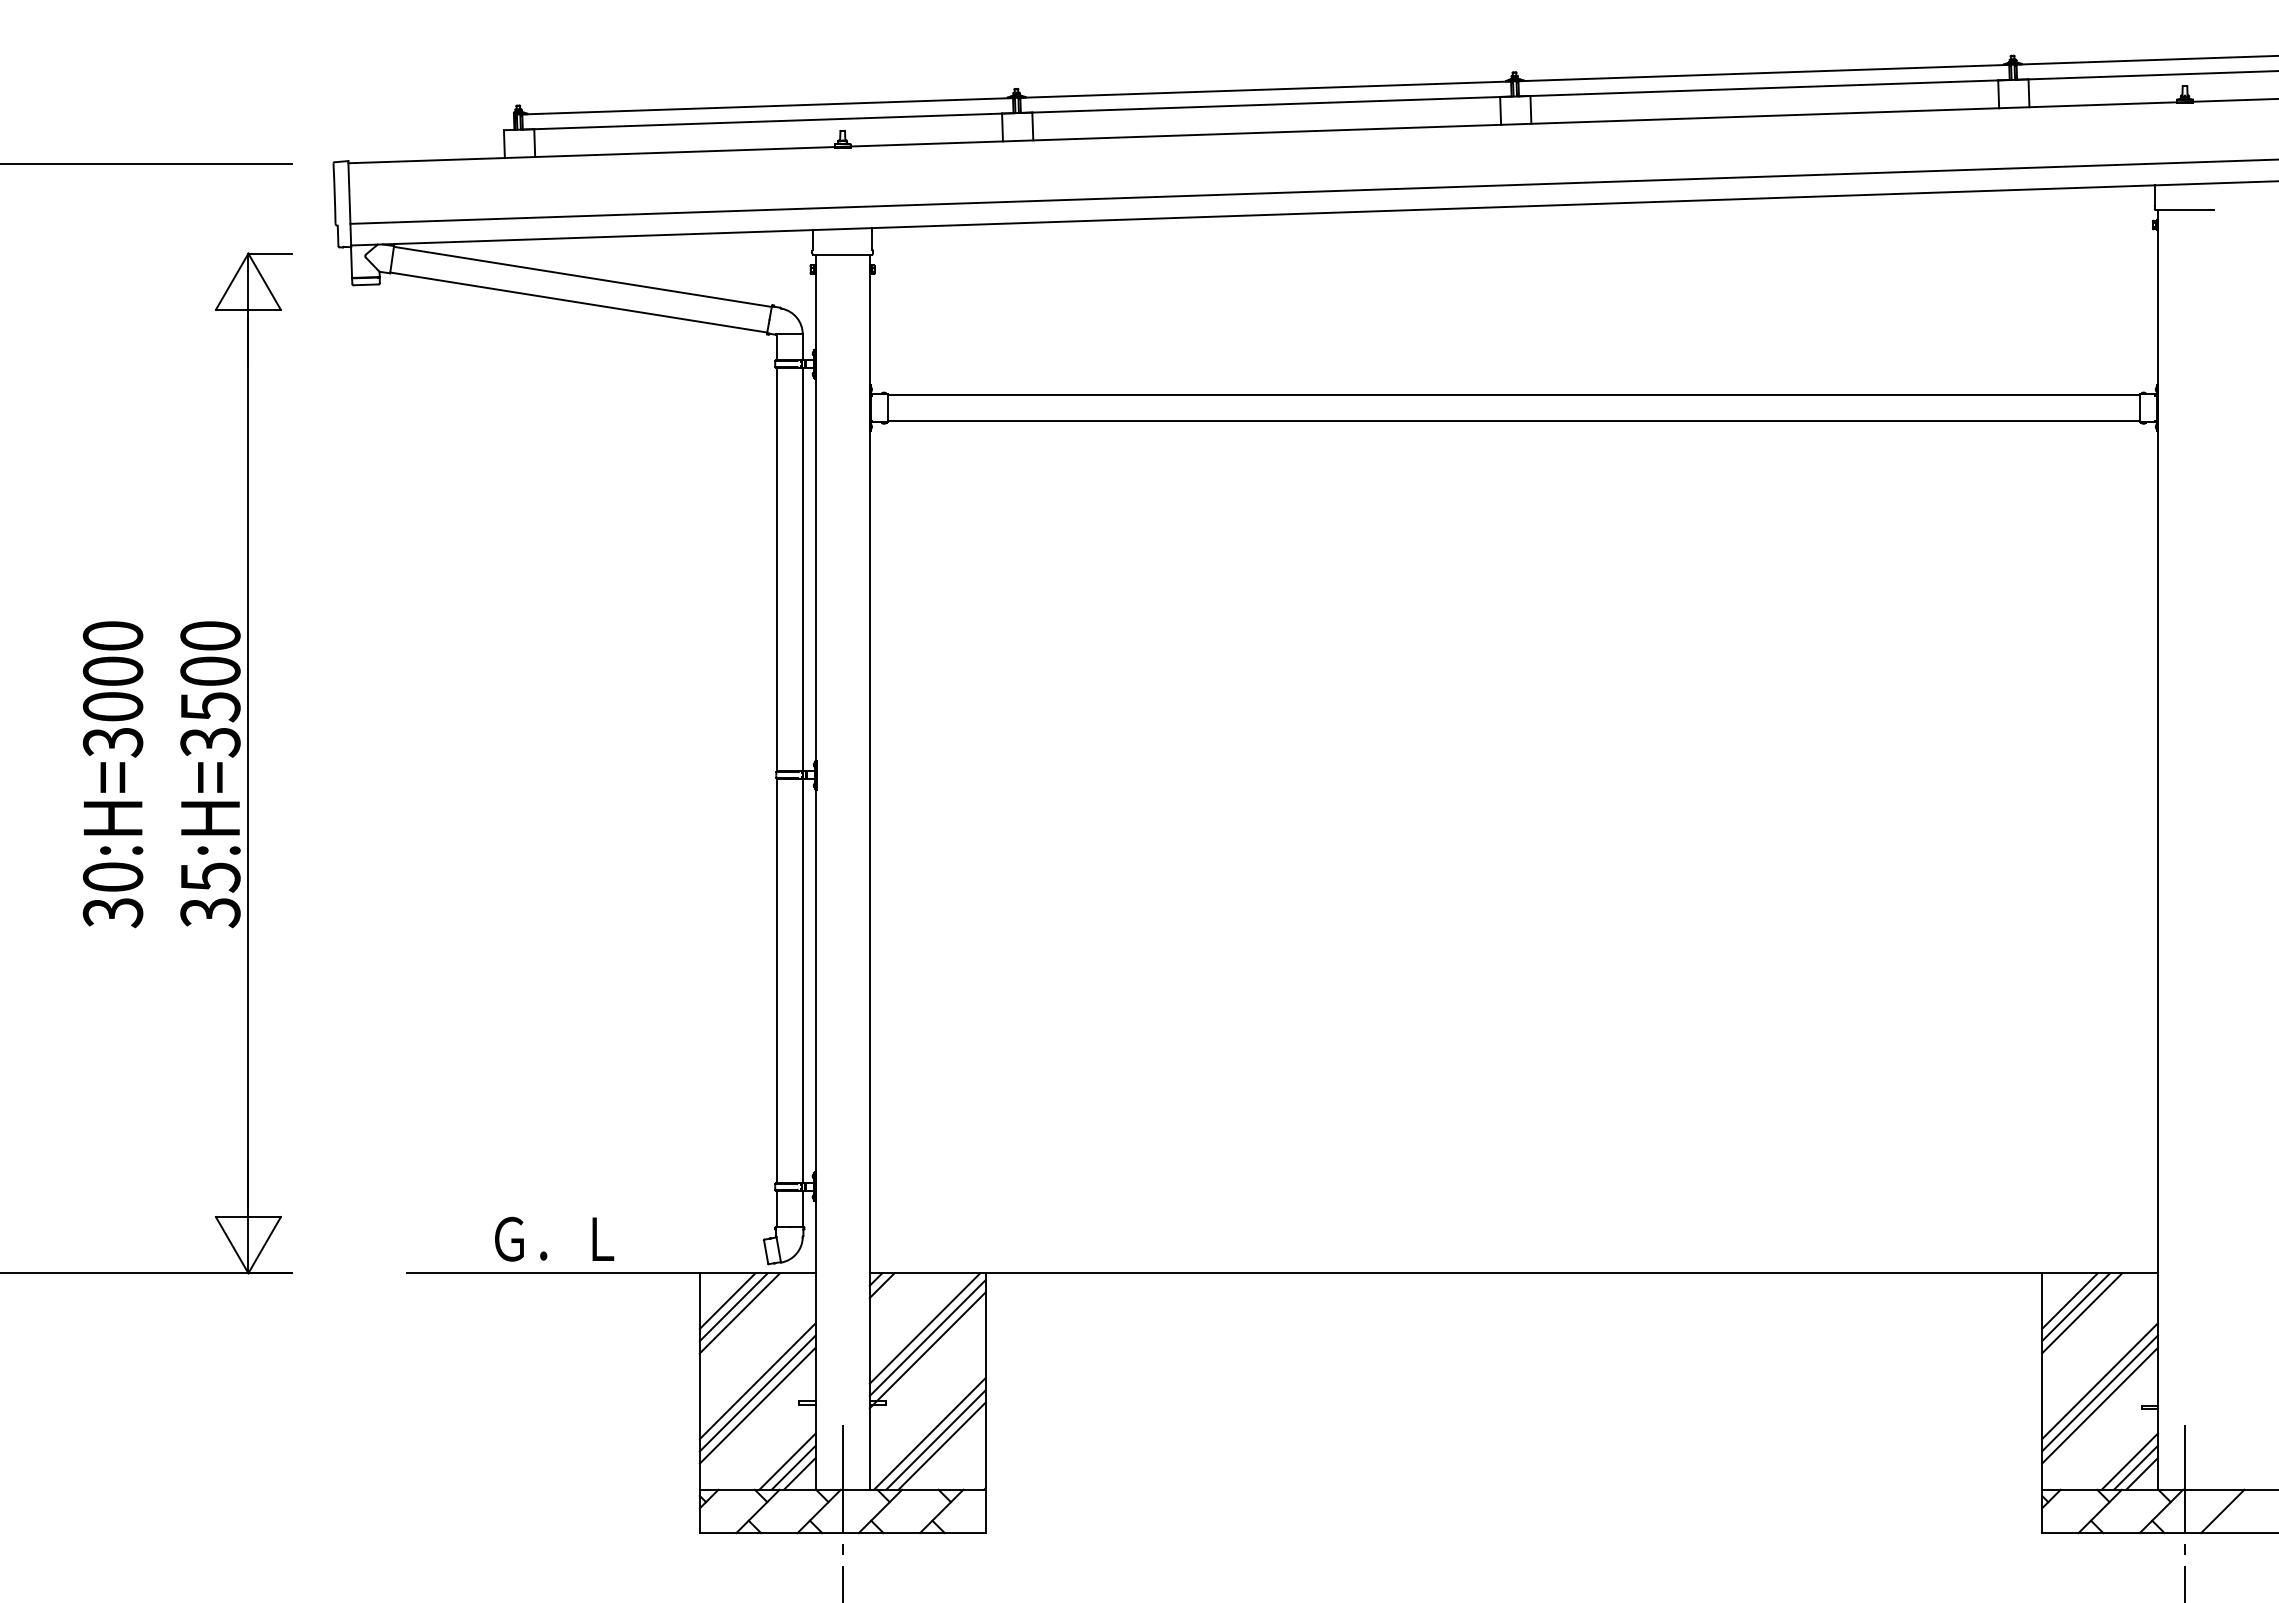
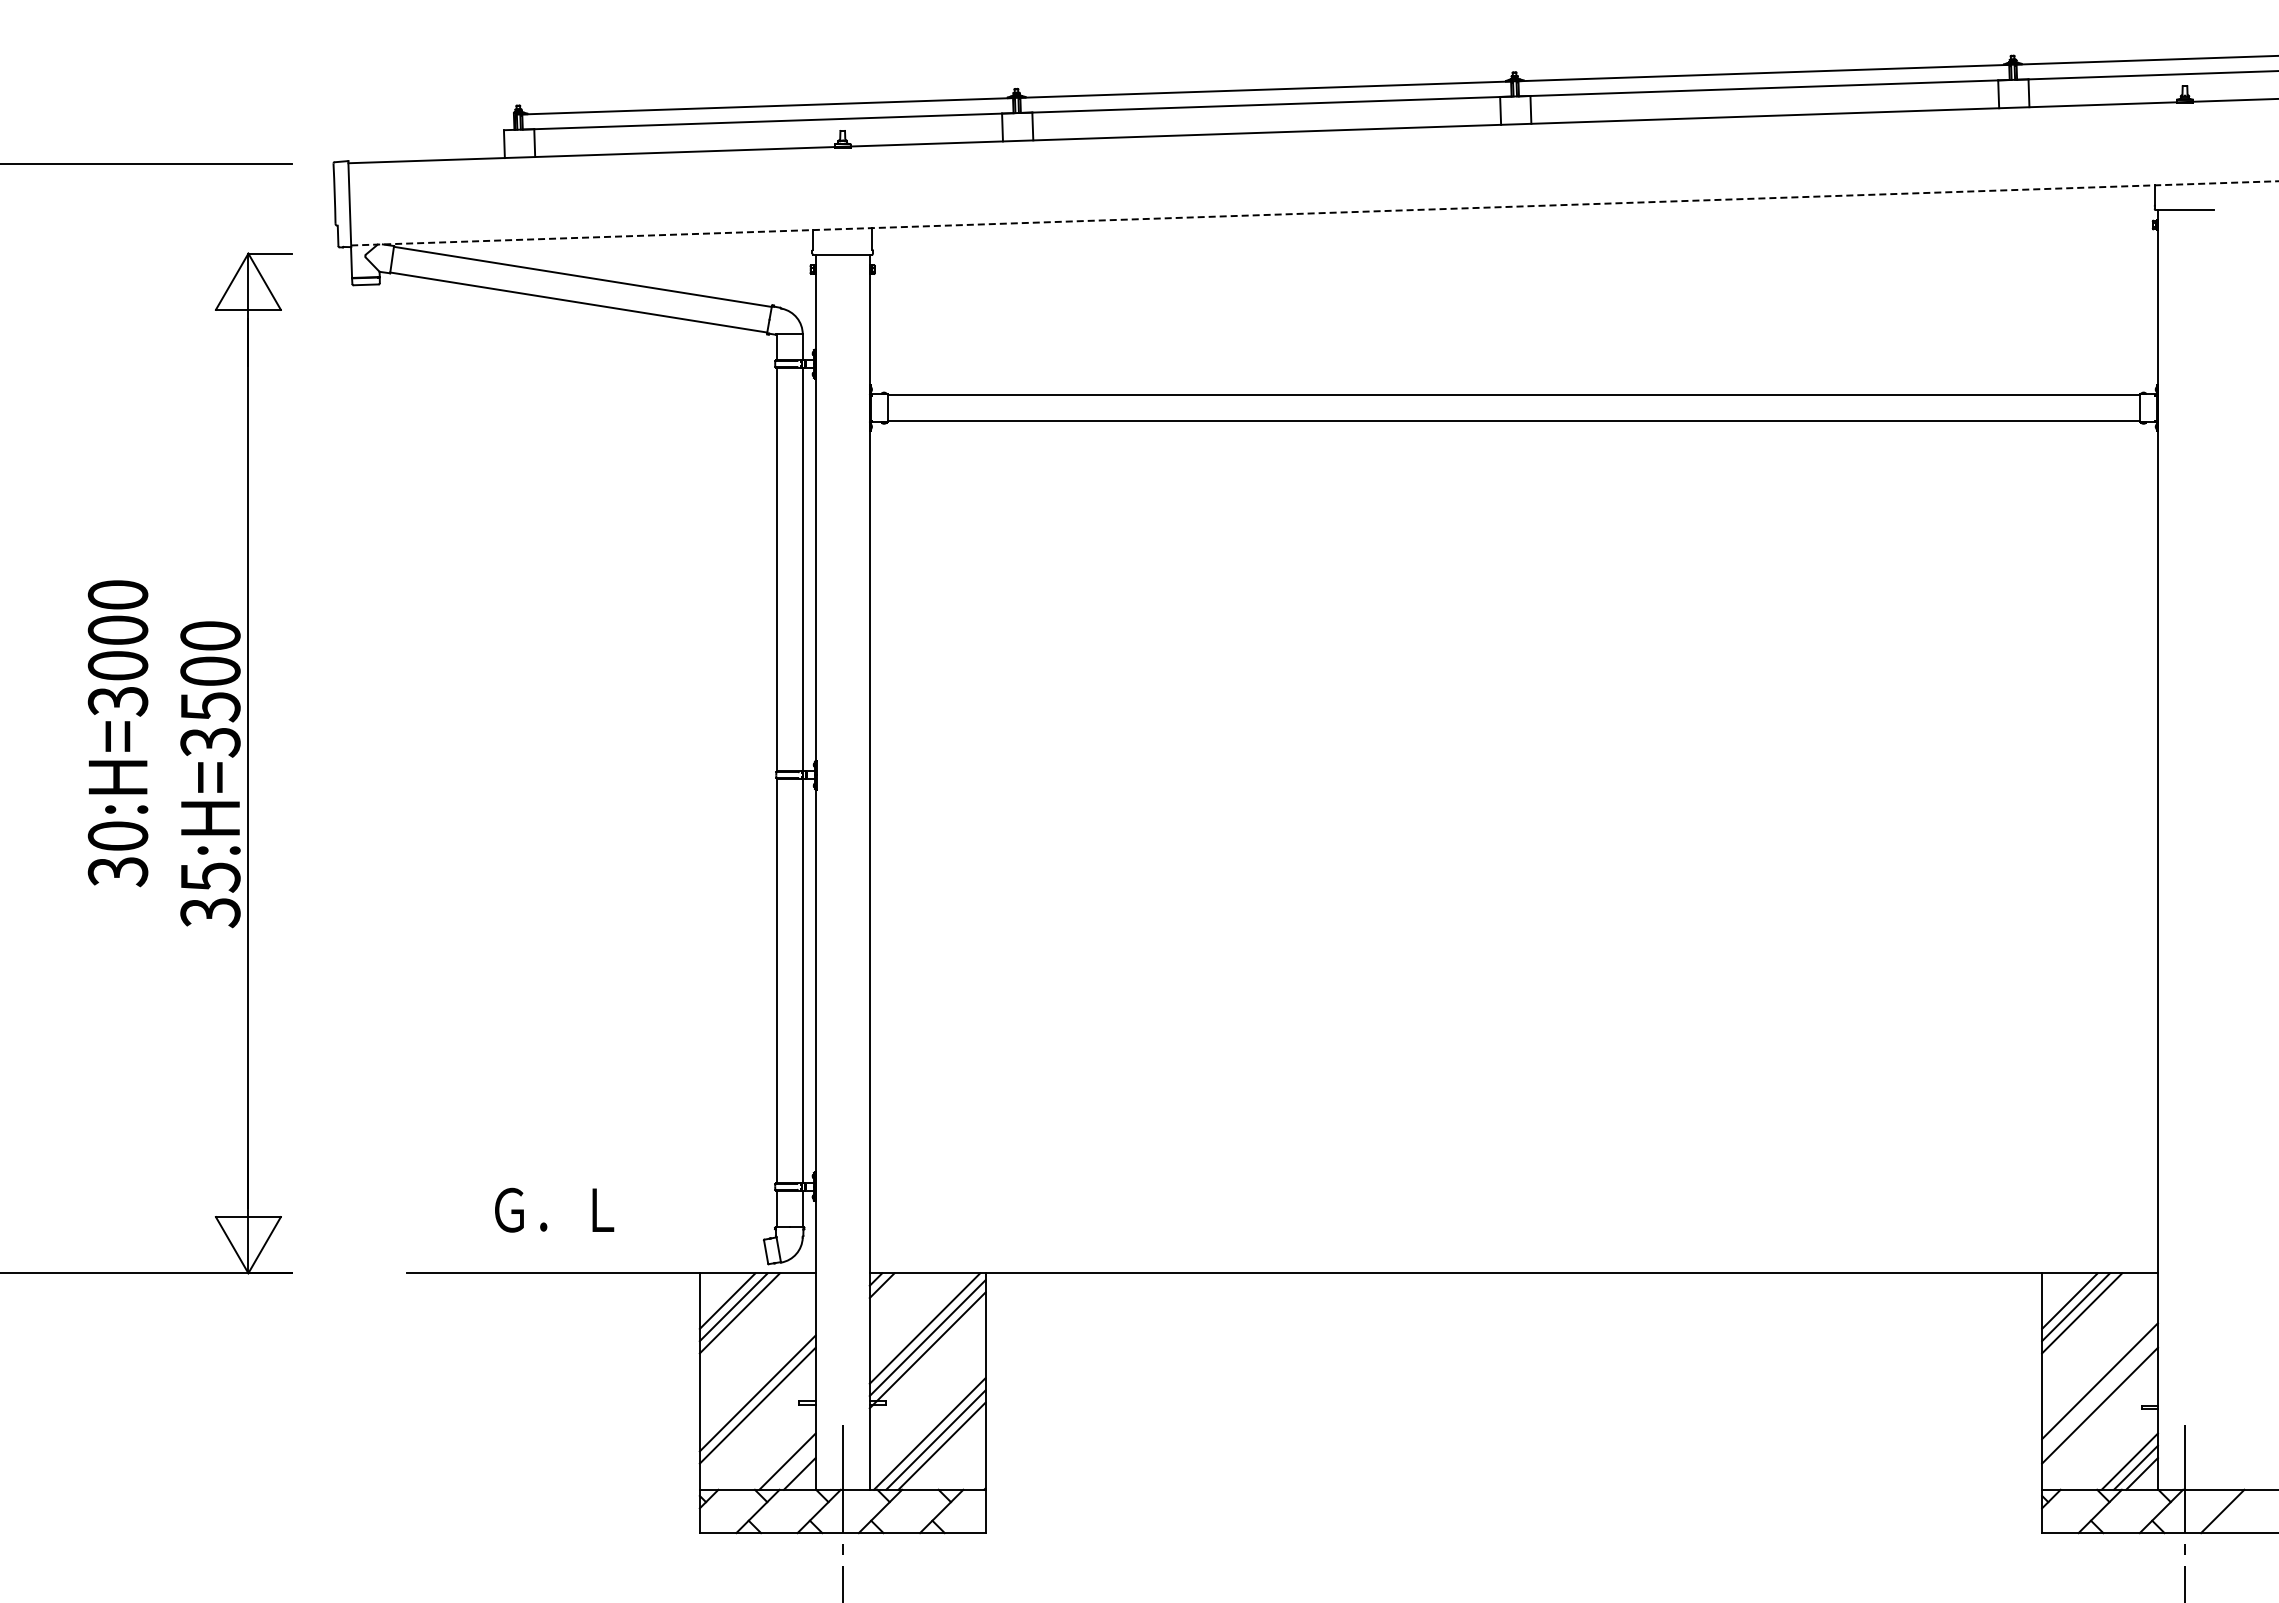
line at (1312, 191): present -> none
line at (1315, 213): solid -> dashed
text at (112, 774) position: (112, 774) -> (117, 733)
text at (554, 1238) position: (554, 1238) -> (554, 1209)
line at (757, 1381): present -> none
line at (2099, 1393): present -> none
line at (793, 1467): present -> none
